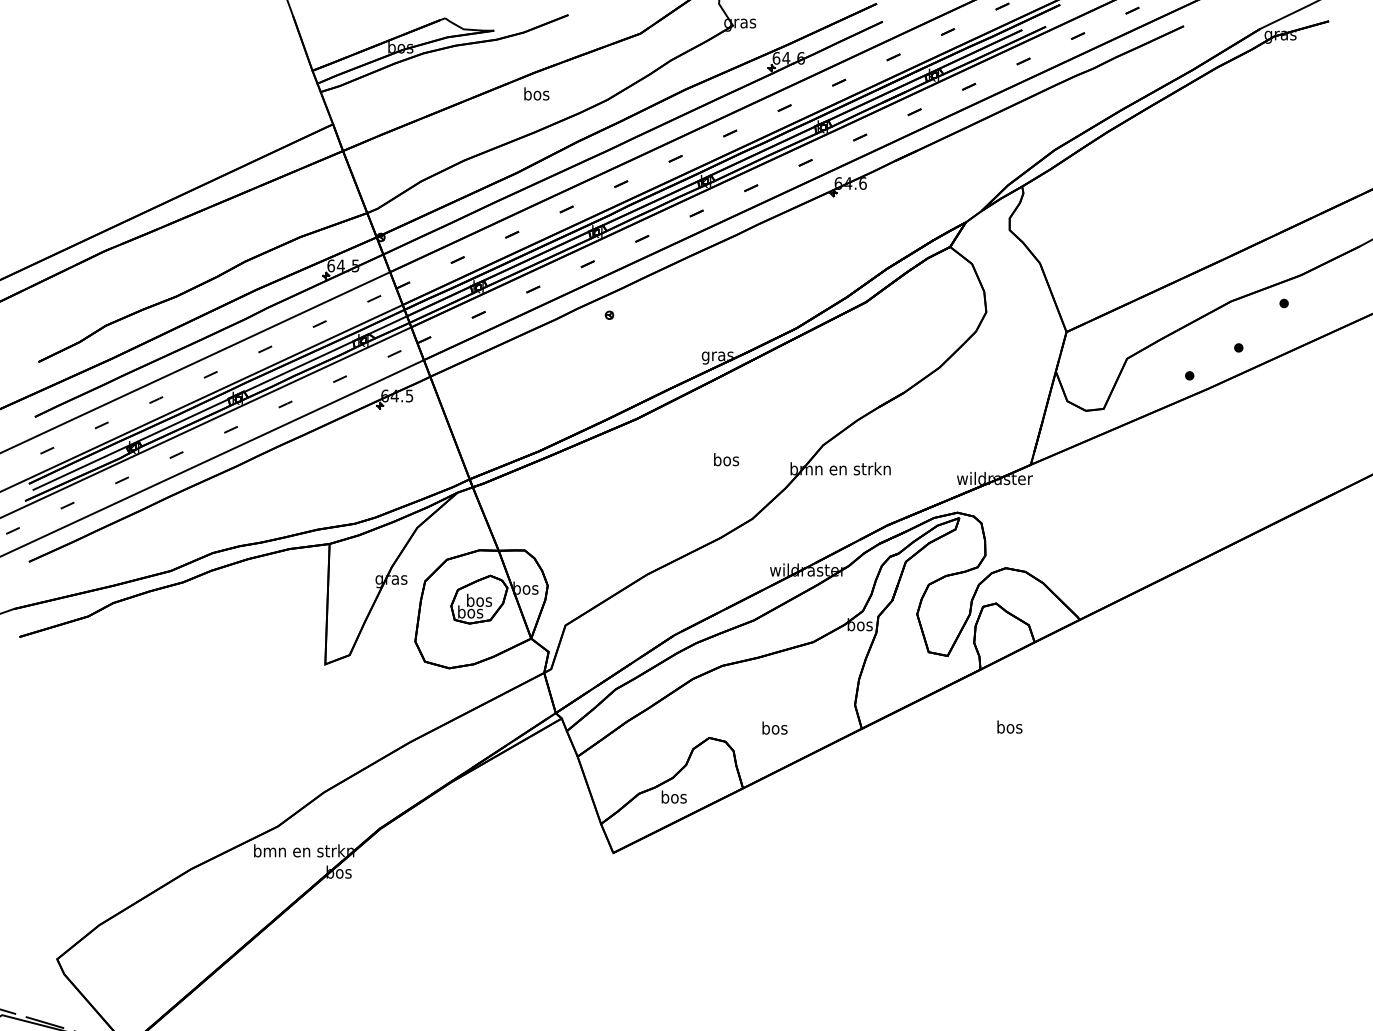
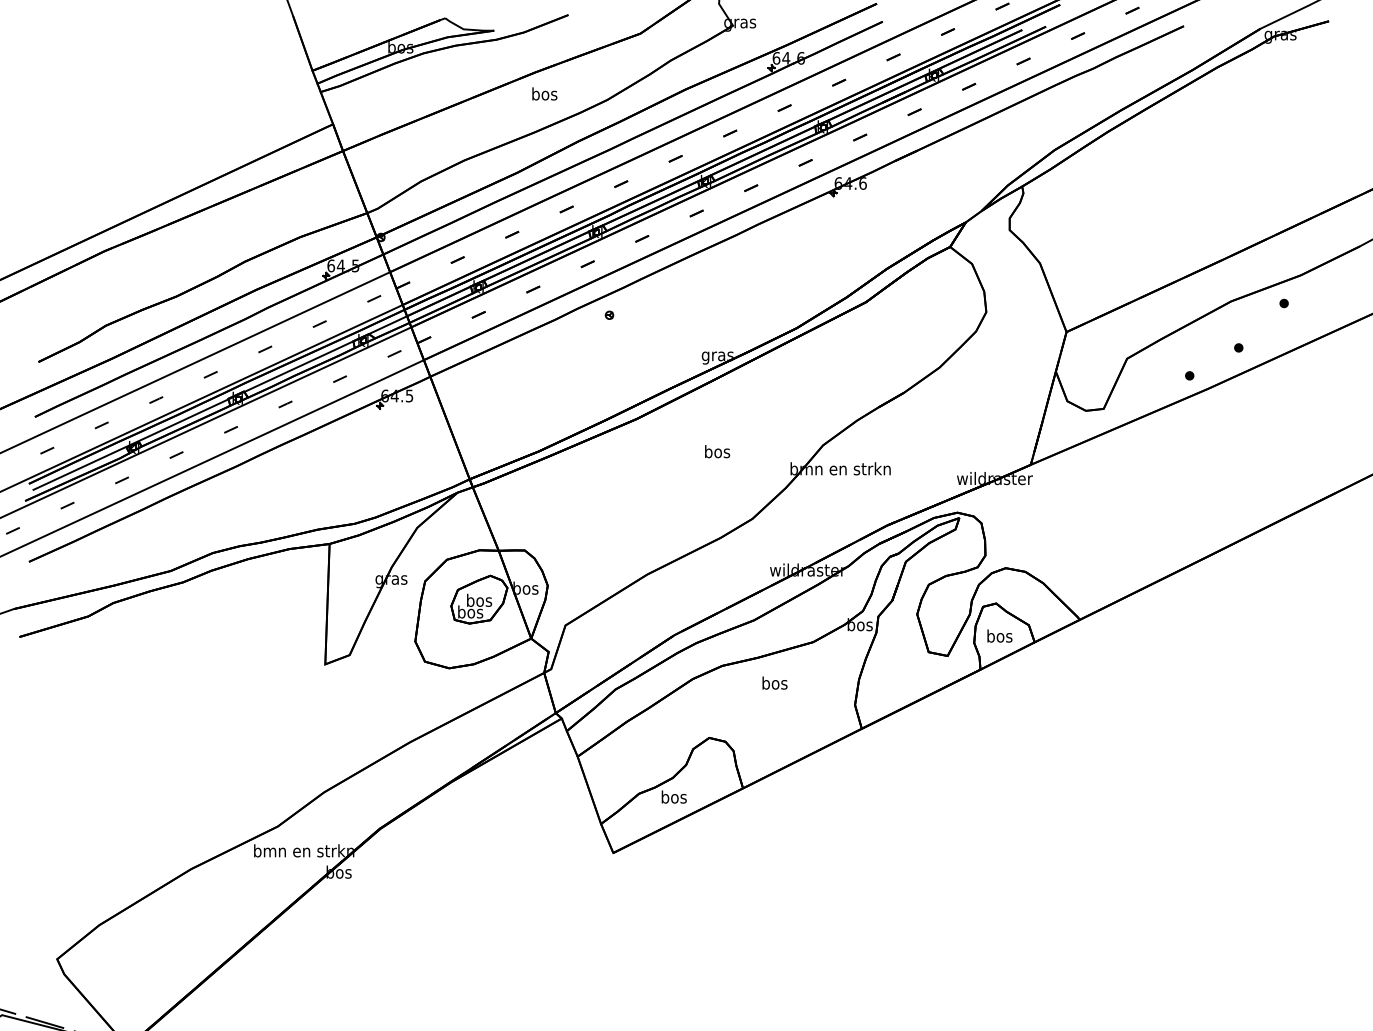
text at (536, 93) position: (536, 93) -> (544, 93)
text at (726, 459) position: (726, 459) -> (717, 451)
text at (1009, 726) position: (1009, 726) -> (999, 635)
text at (774, 727) position: (774, 727) -> (774, 682)
